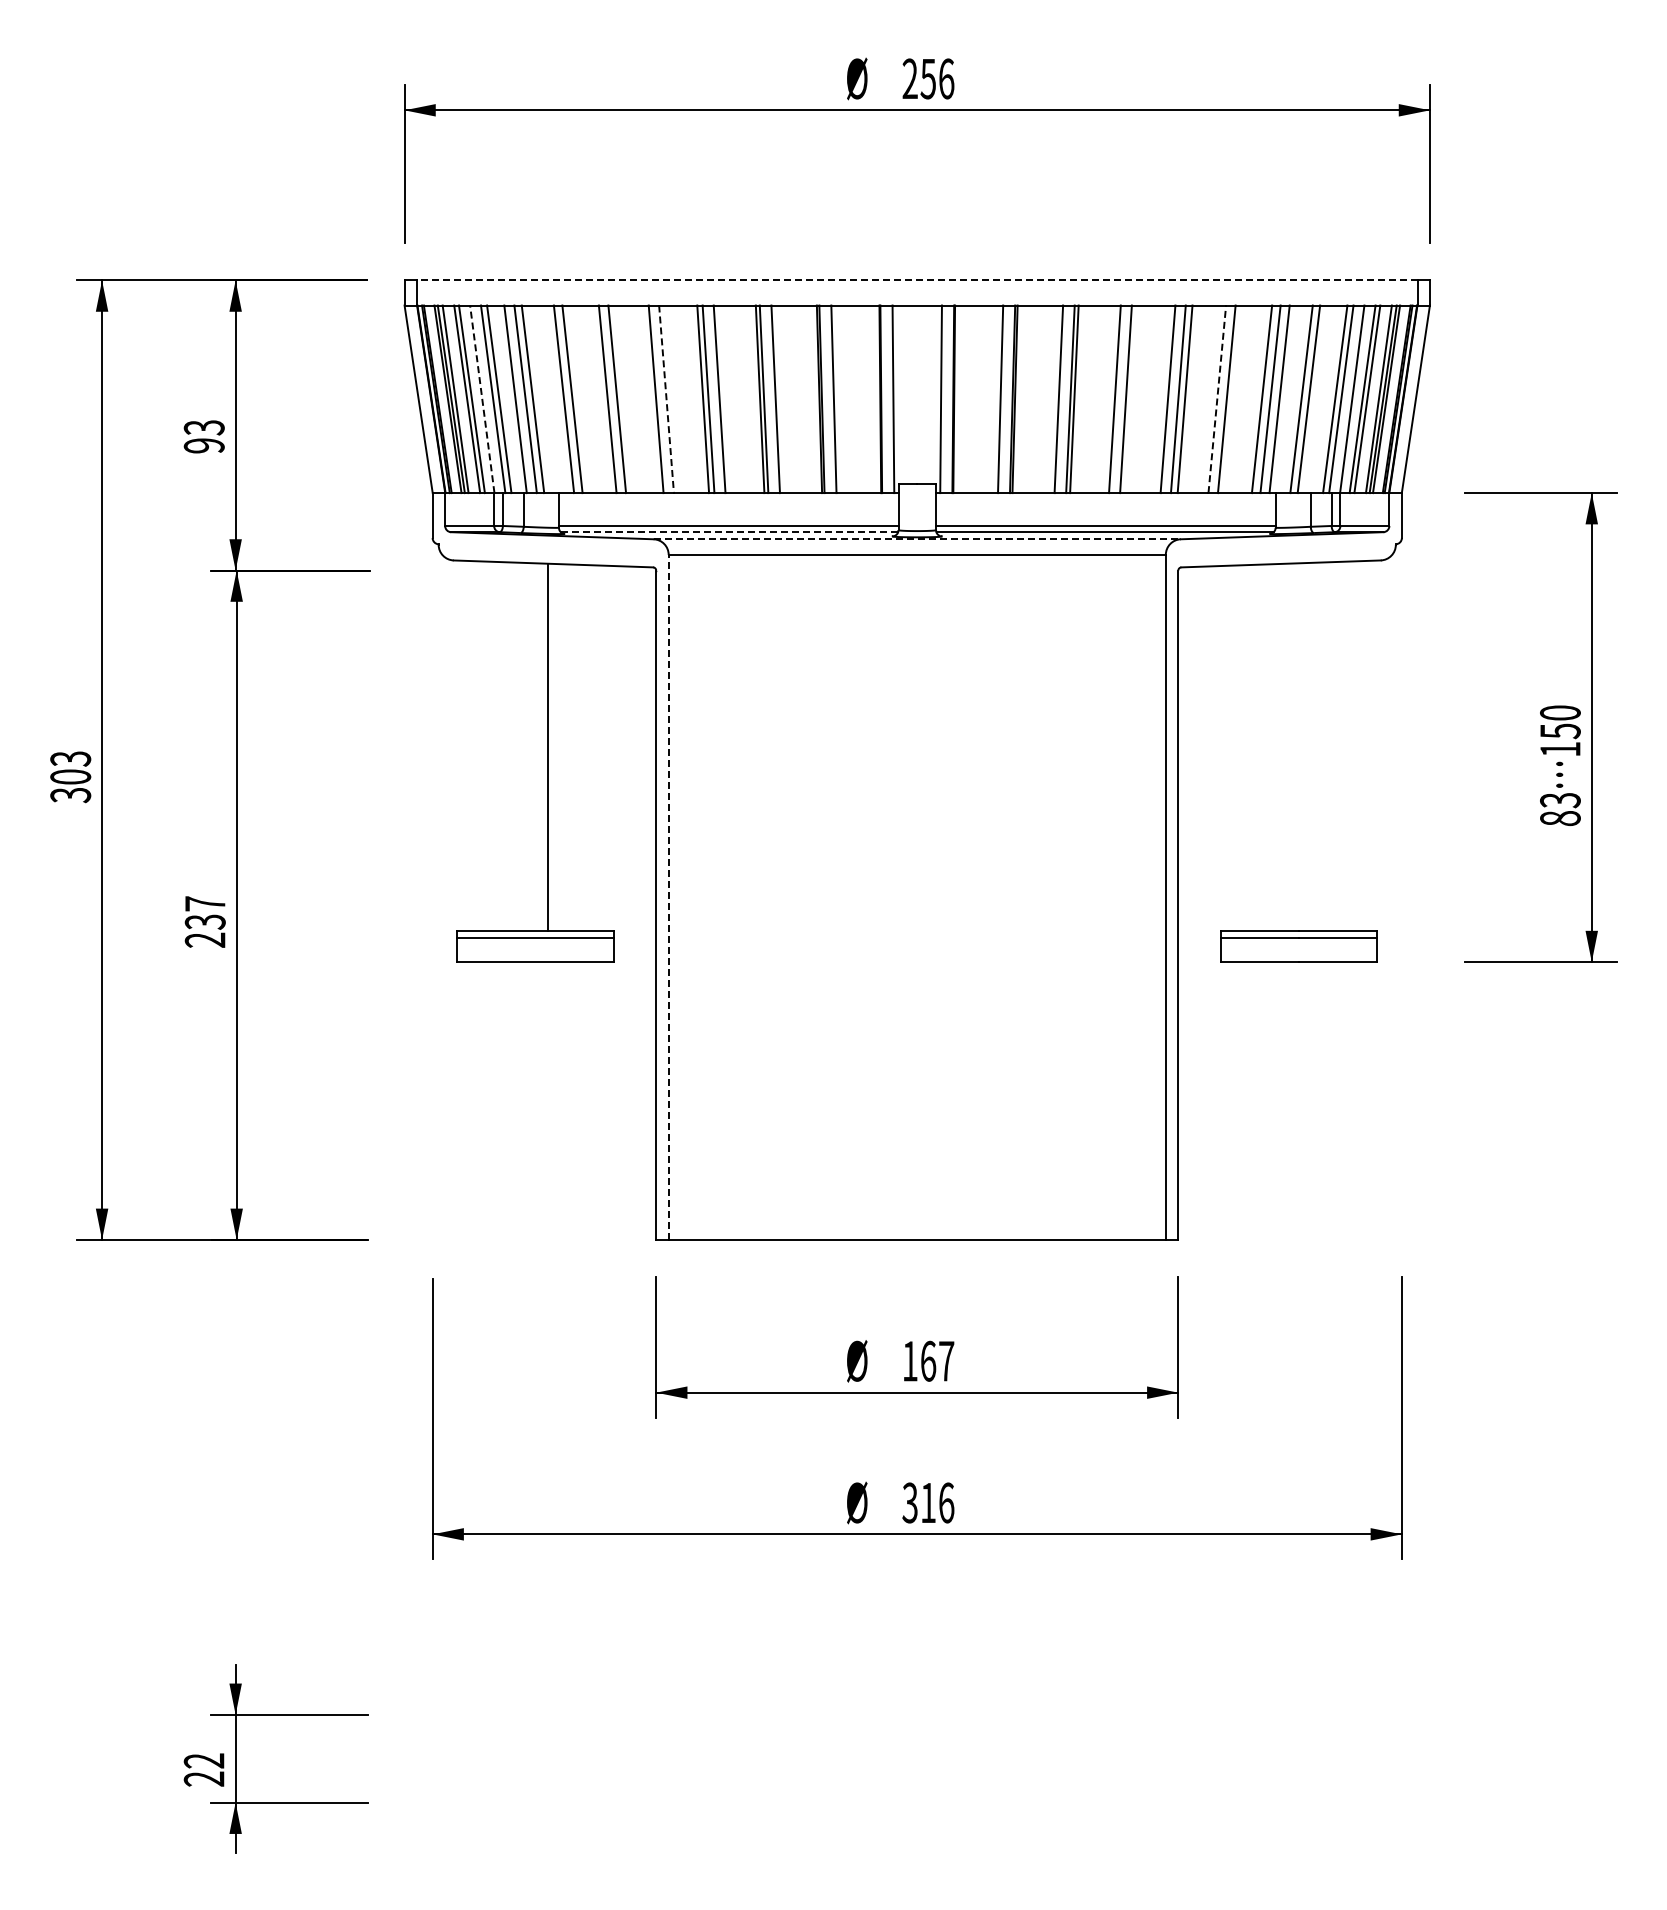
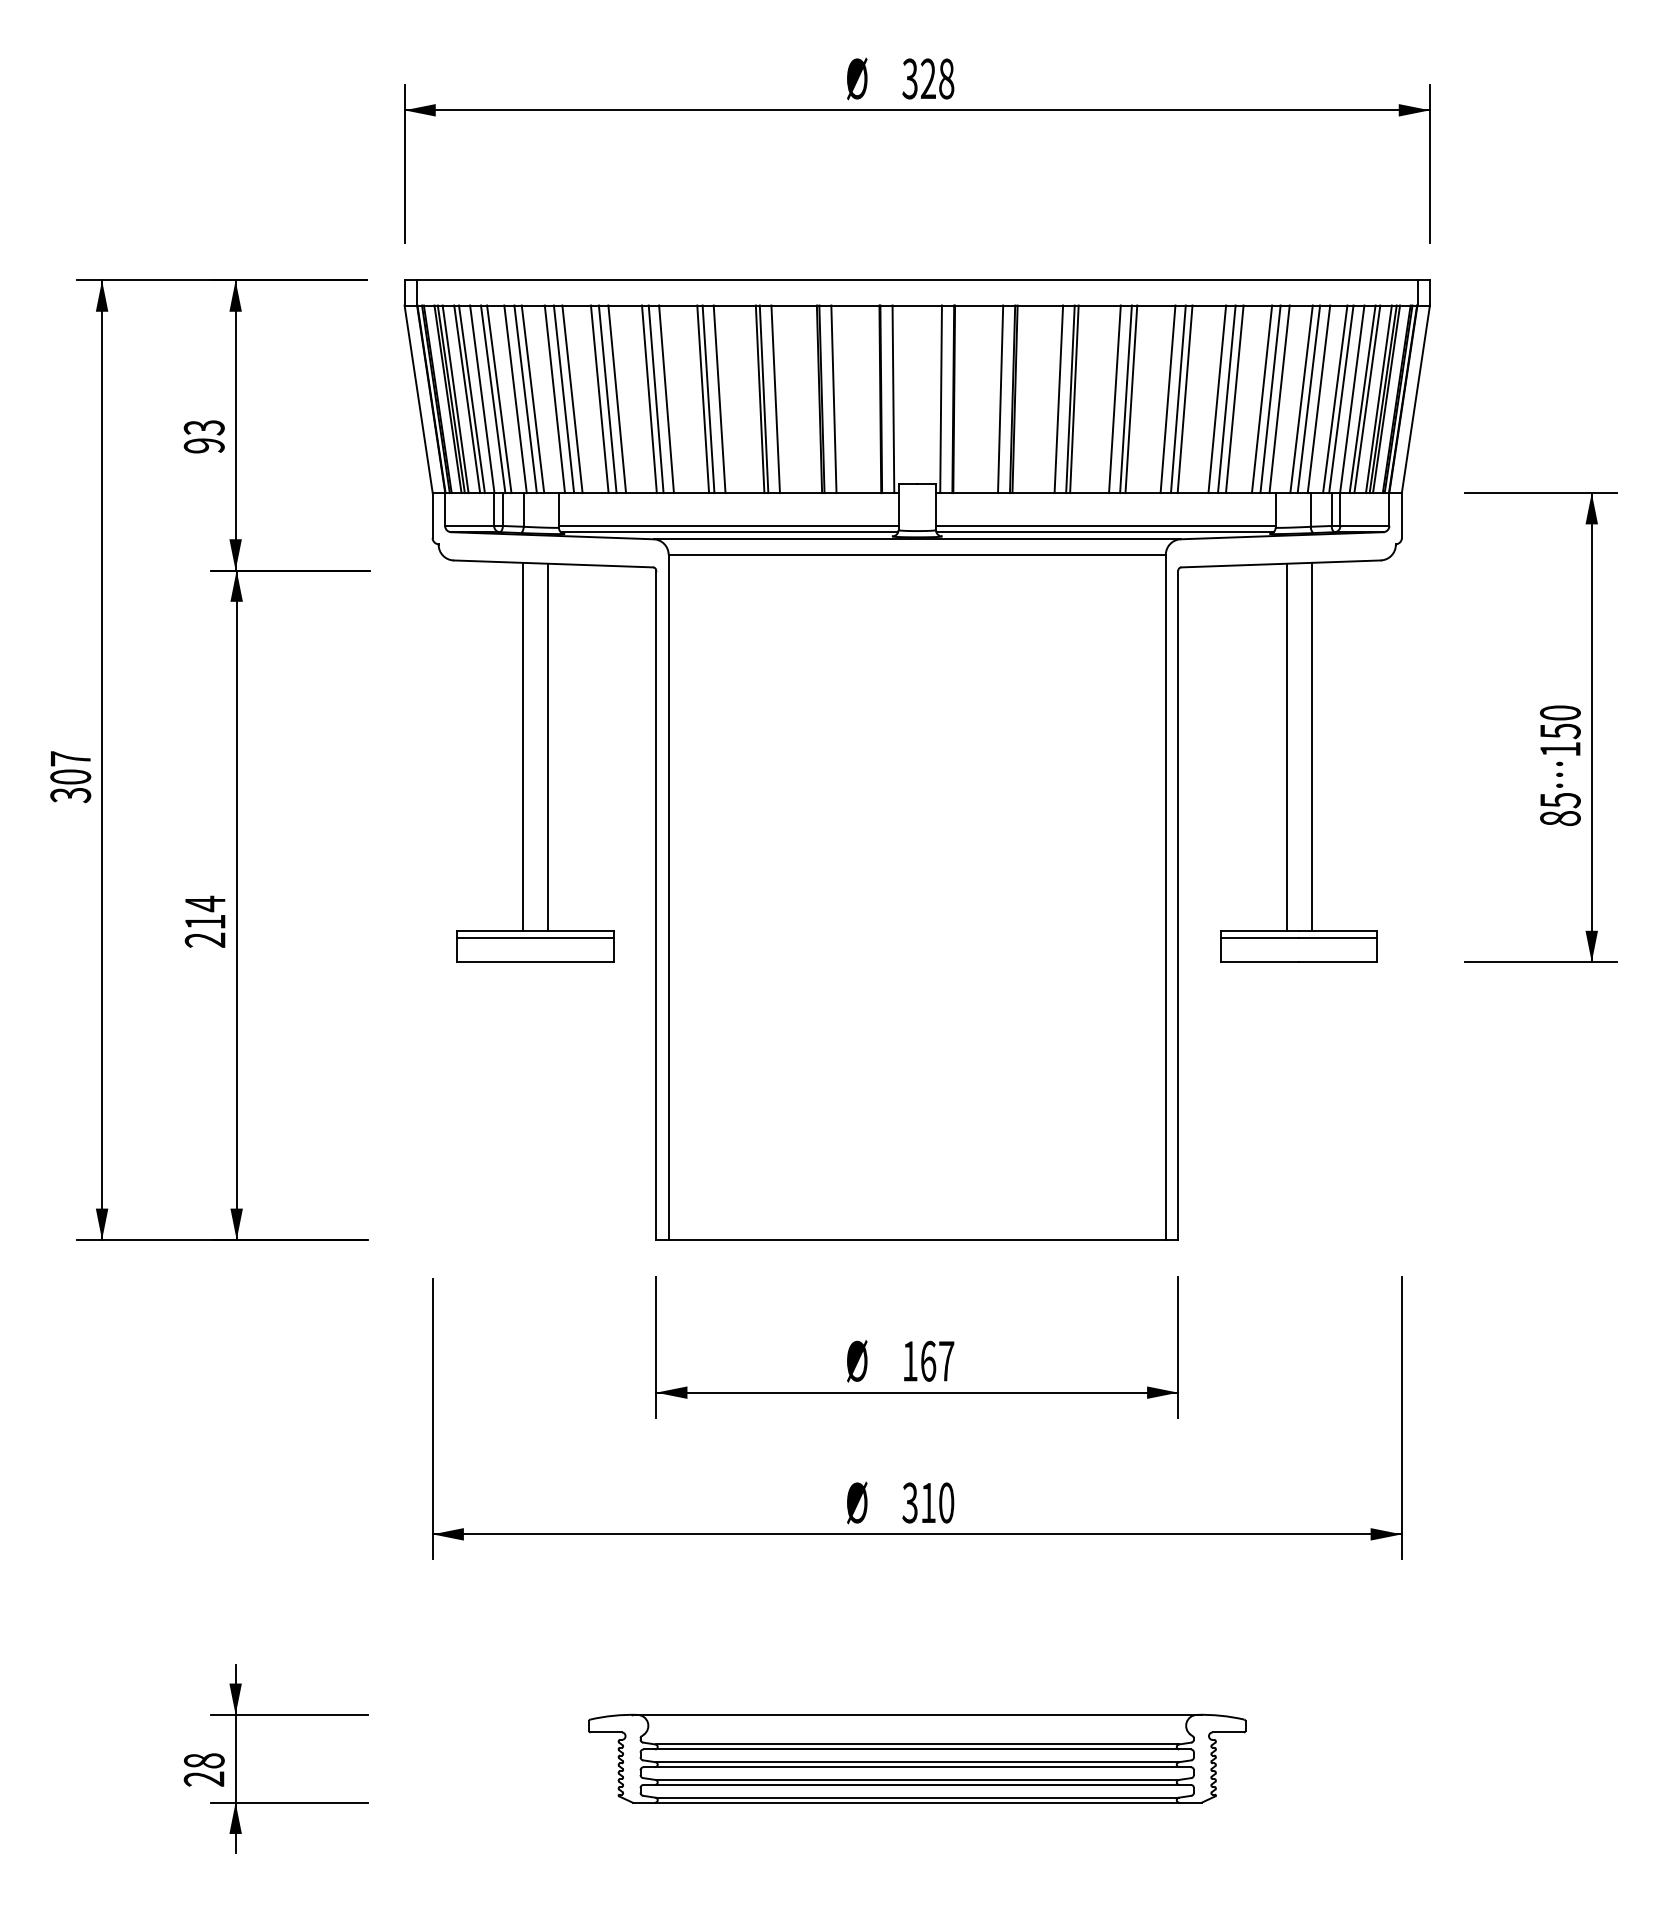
text at (928, 78): 256 -> 328
line at (916, 280): dashed -> solid
line at (1217, 398): dashed -> solid
line at (482, 399): dashed -> solid
line at (554, 399): none -> present
line at (599, 399): none -> present
line at (649, 399): none -> present
line at (666, 399): dashed -> solid
line at (1131, 399): none -> present
line at (1234, 399): none -> present
line at (1318, 399): none -> present
line at (729, 532): dashed -> solid
line at (917, 539): dashed -> solid
line at (522, 746): none -> present
line at (1286, 746): none -> present
line at (1311, 746): none -> present
text at (70, 758): 303 -> 307
text at (1560, 800): 83 -> 85
line at (668, 896): dashed -> solid
text at (204, 912): 237 -> 214
text at (946, 1502): 316 -> 310
part at (917, 1758): none -> present
text at (203, 1760): 22 -> 28
